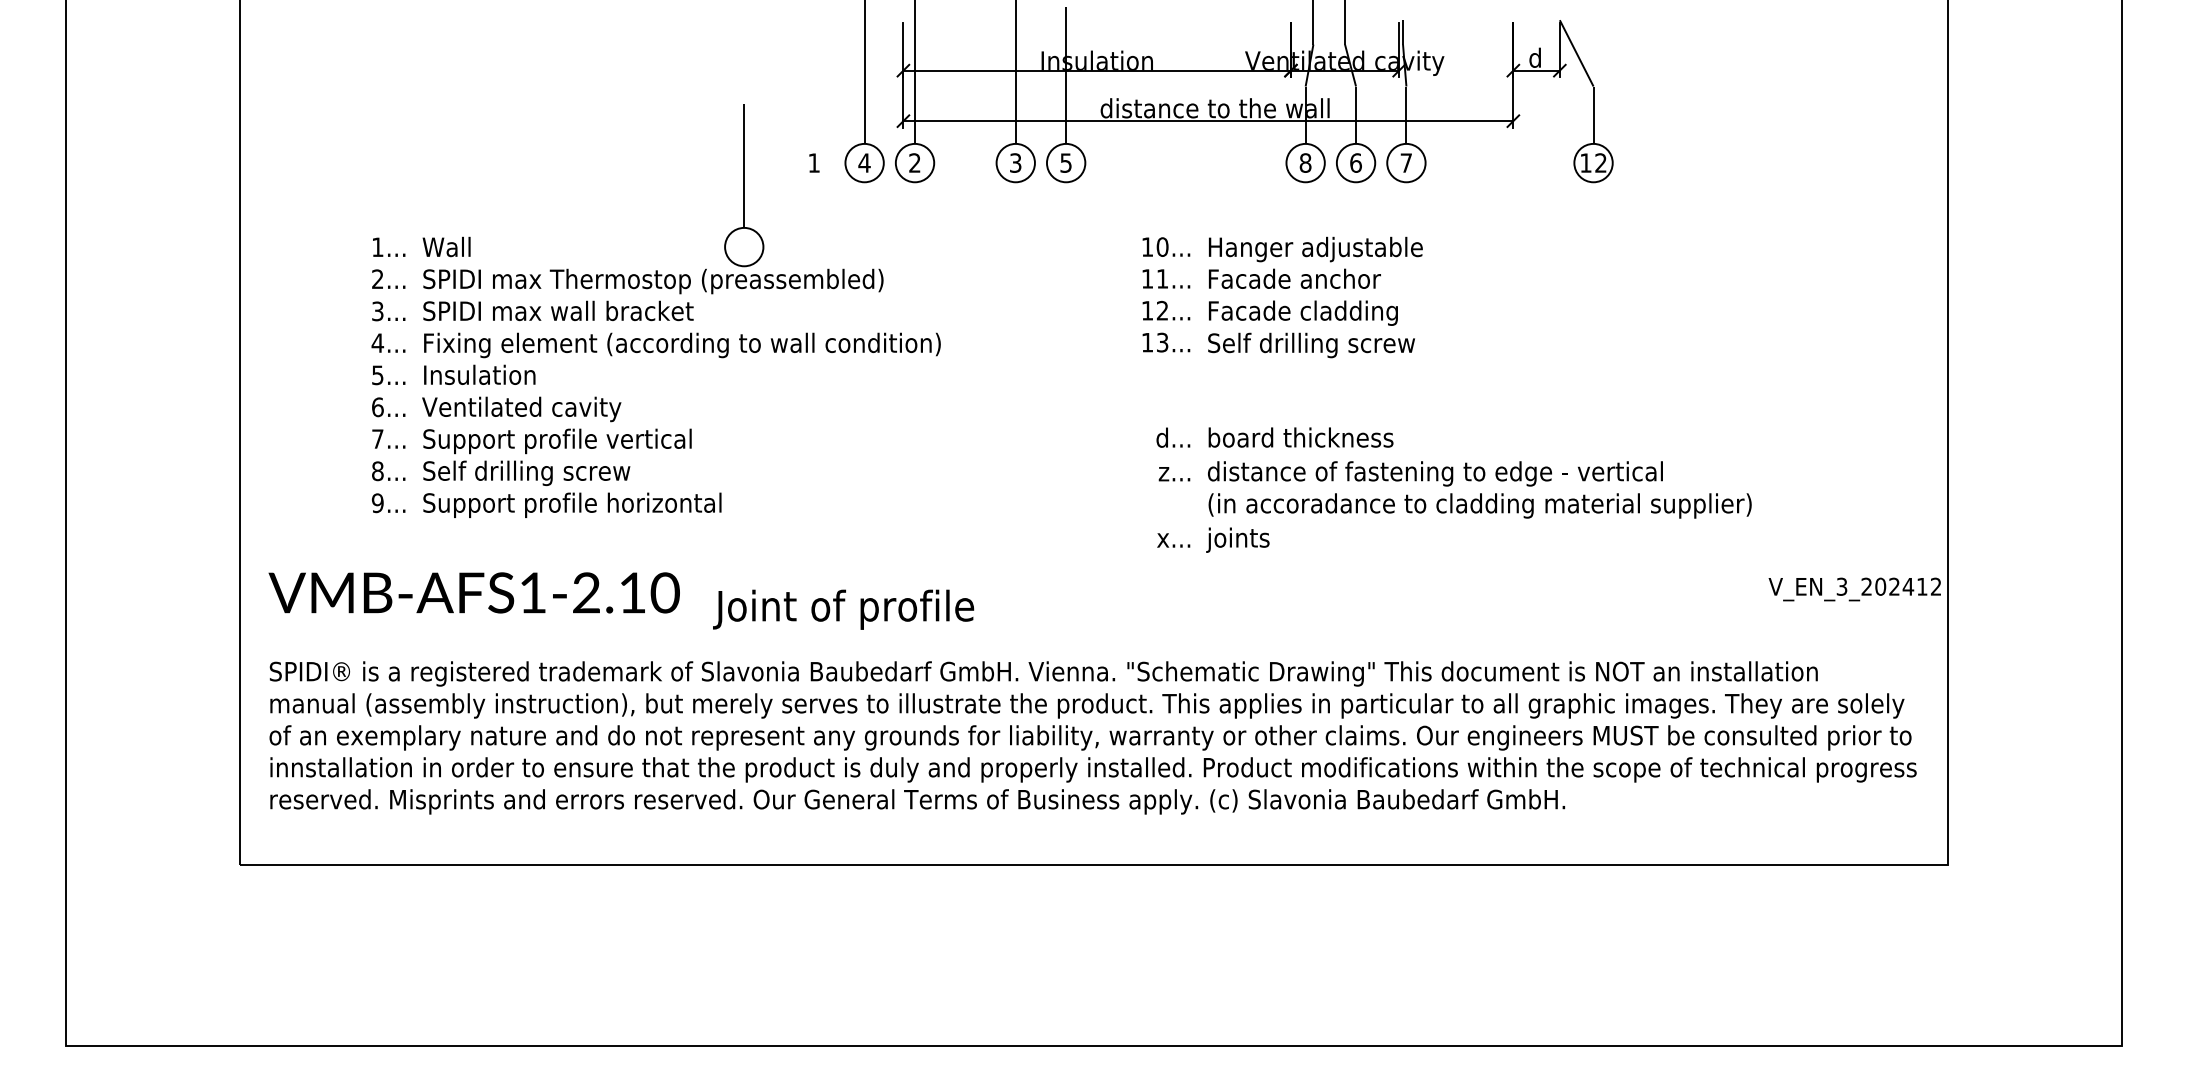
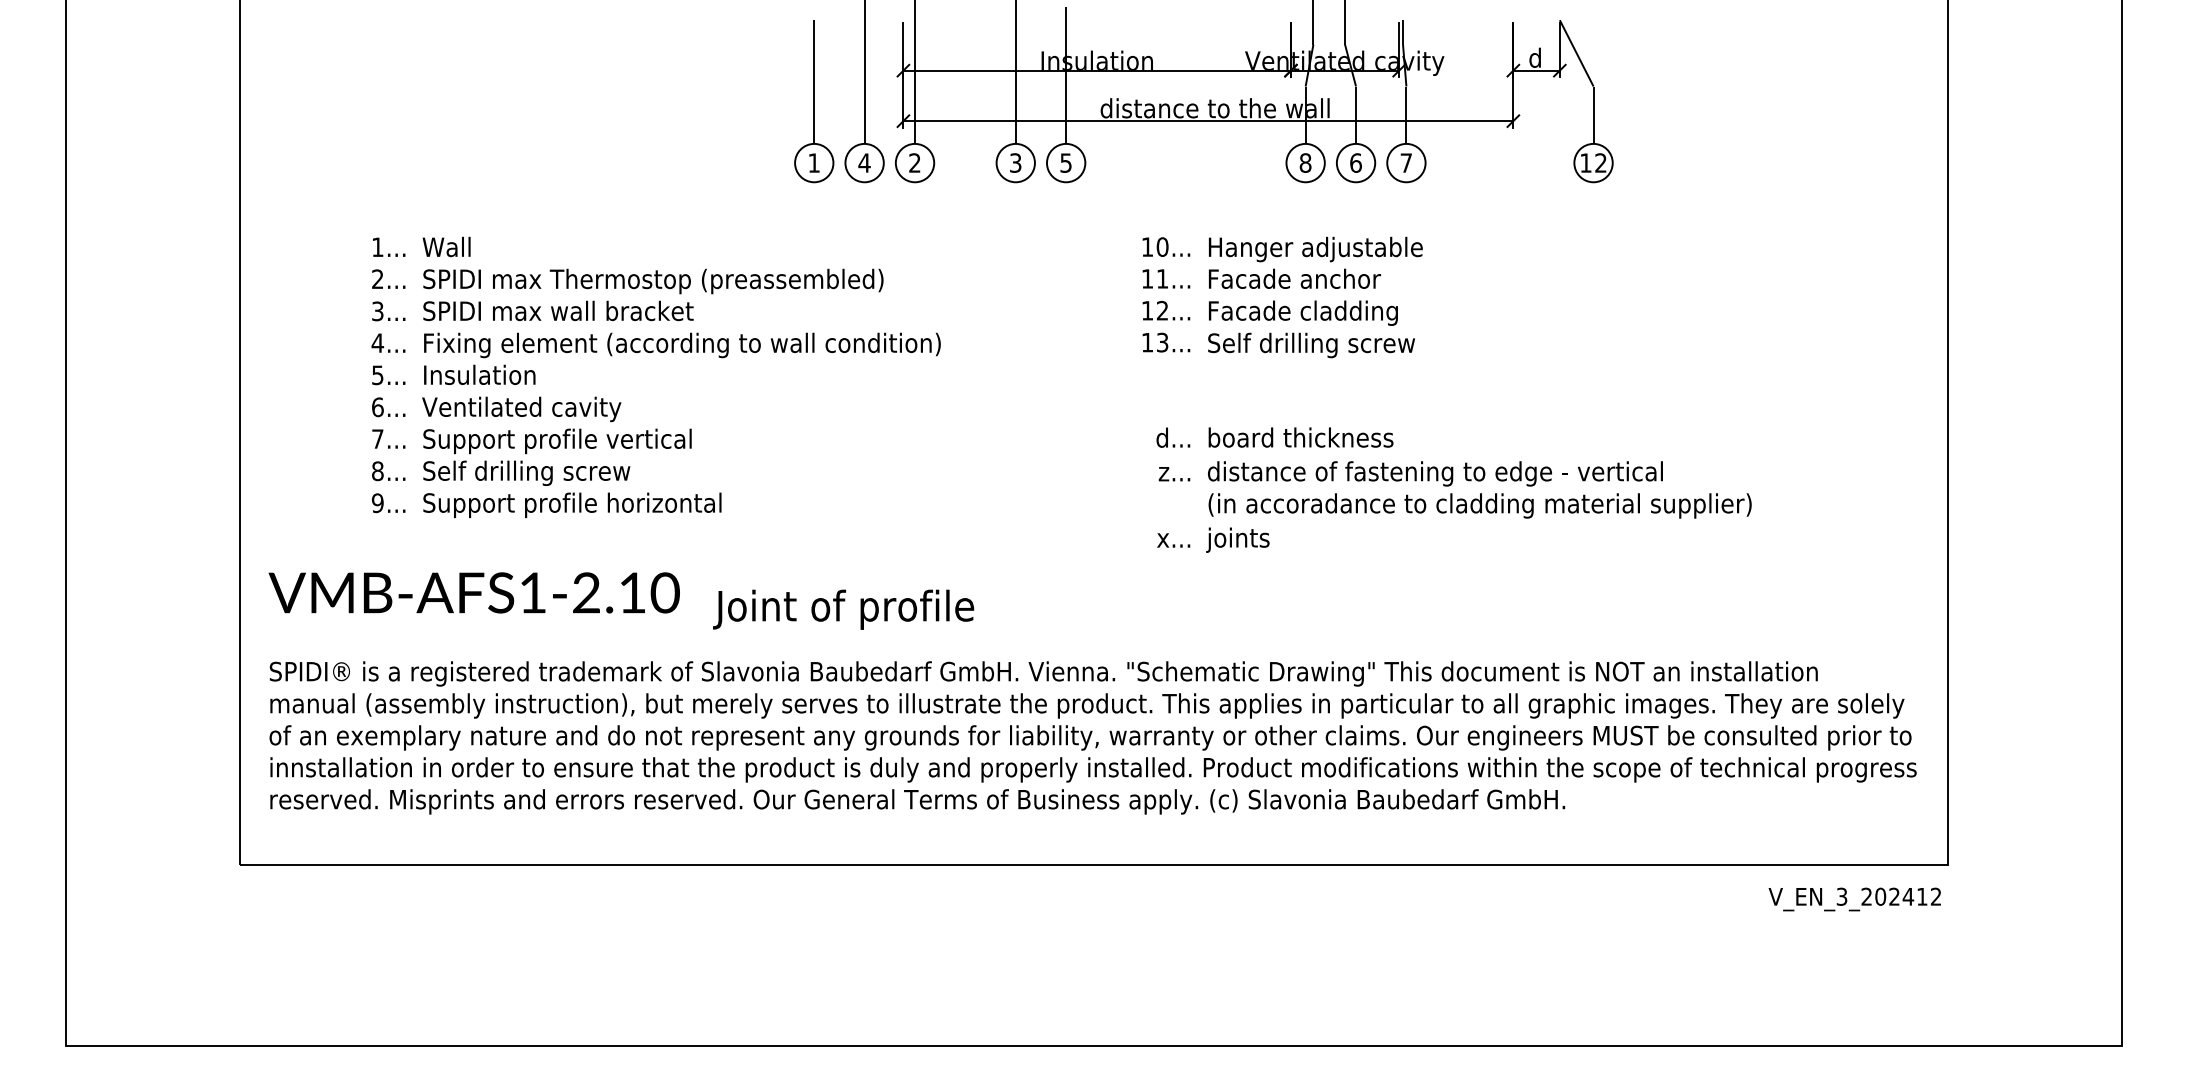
part at (744, 185) position: (744, 185) -> (814, 101)
text at (1854, 589) position: (1854, 589) -> (1854, 899)
